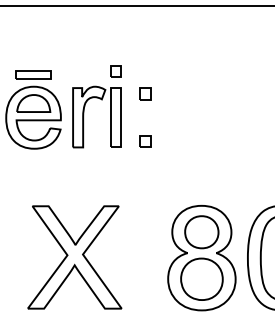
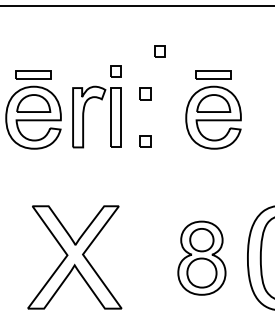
part at (159, 51): none -> present
part at (213, 109): none -> present
part at (201, 258) size: 70x107 px -> 50x76 px
